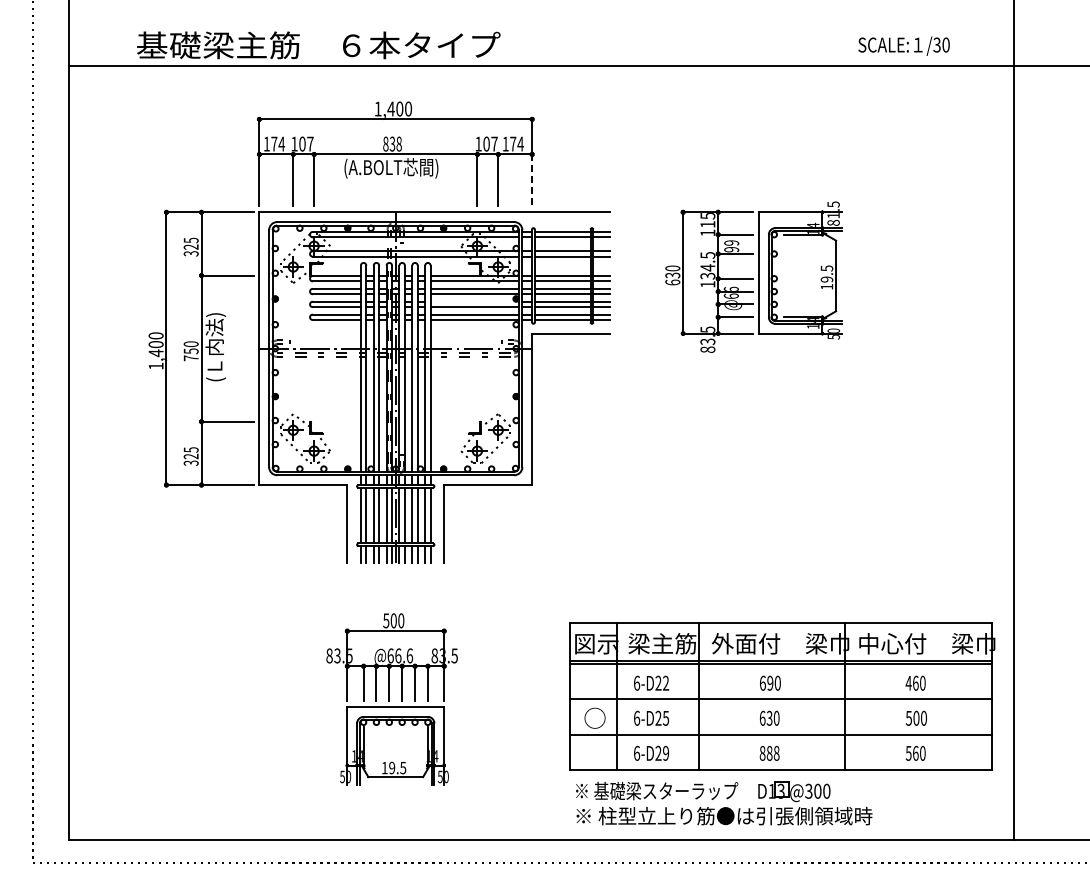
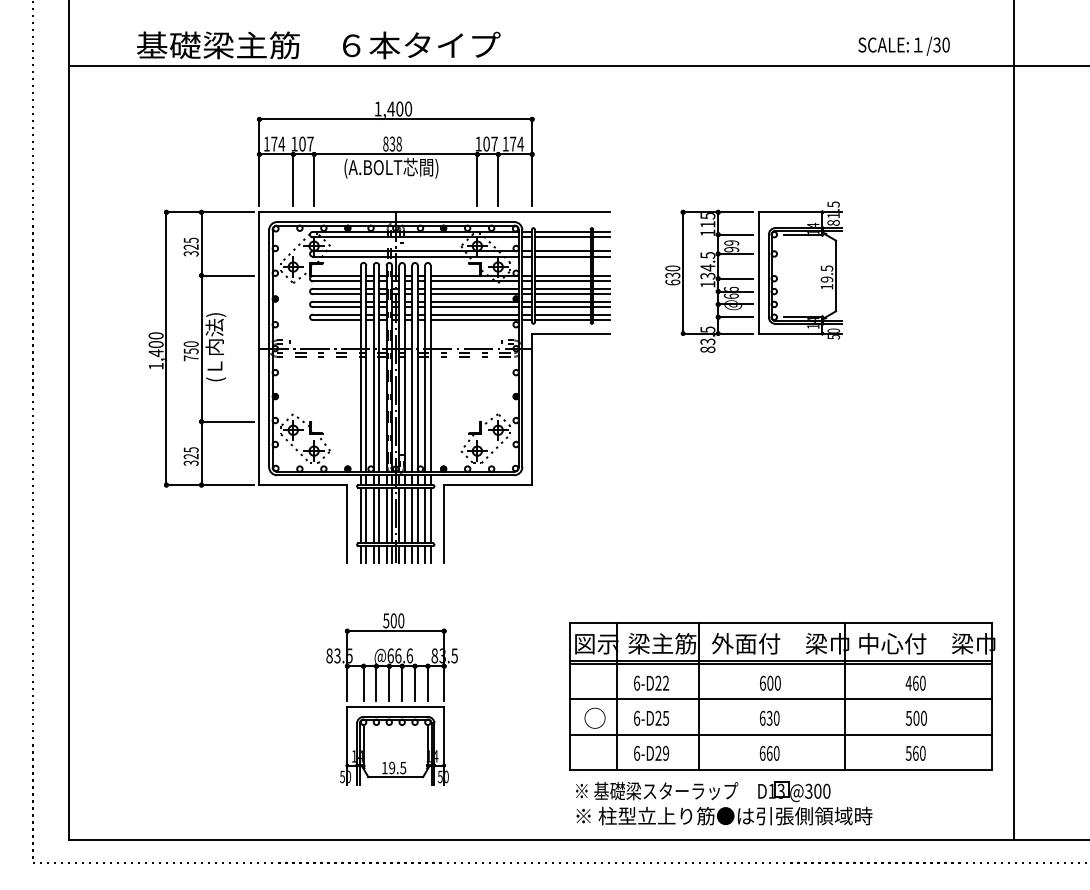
line at (532, 180): dashed -> solid
line at (474, 301): none -> present
text at (770, 683): 690 -> 600
text at (769, 752): 888 -> 660
